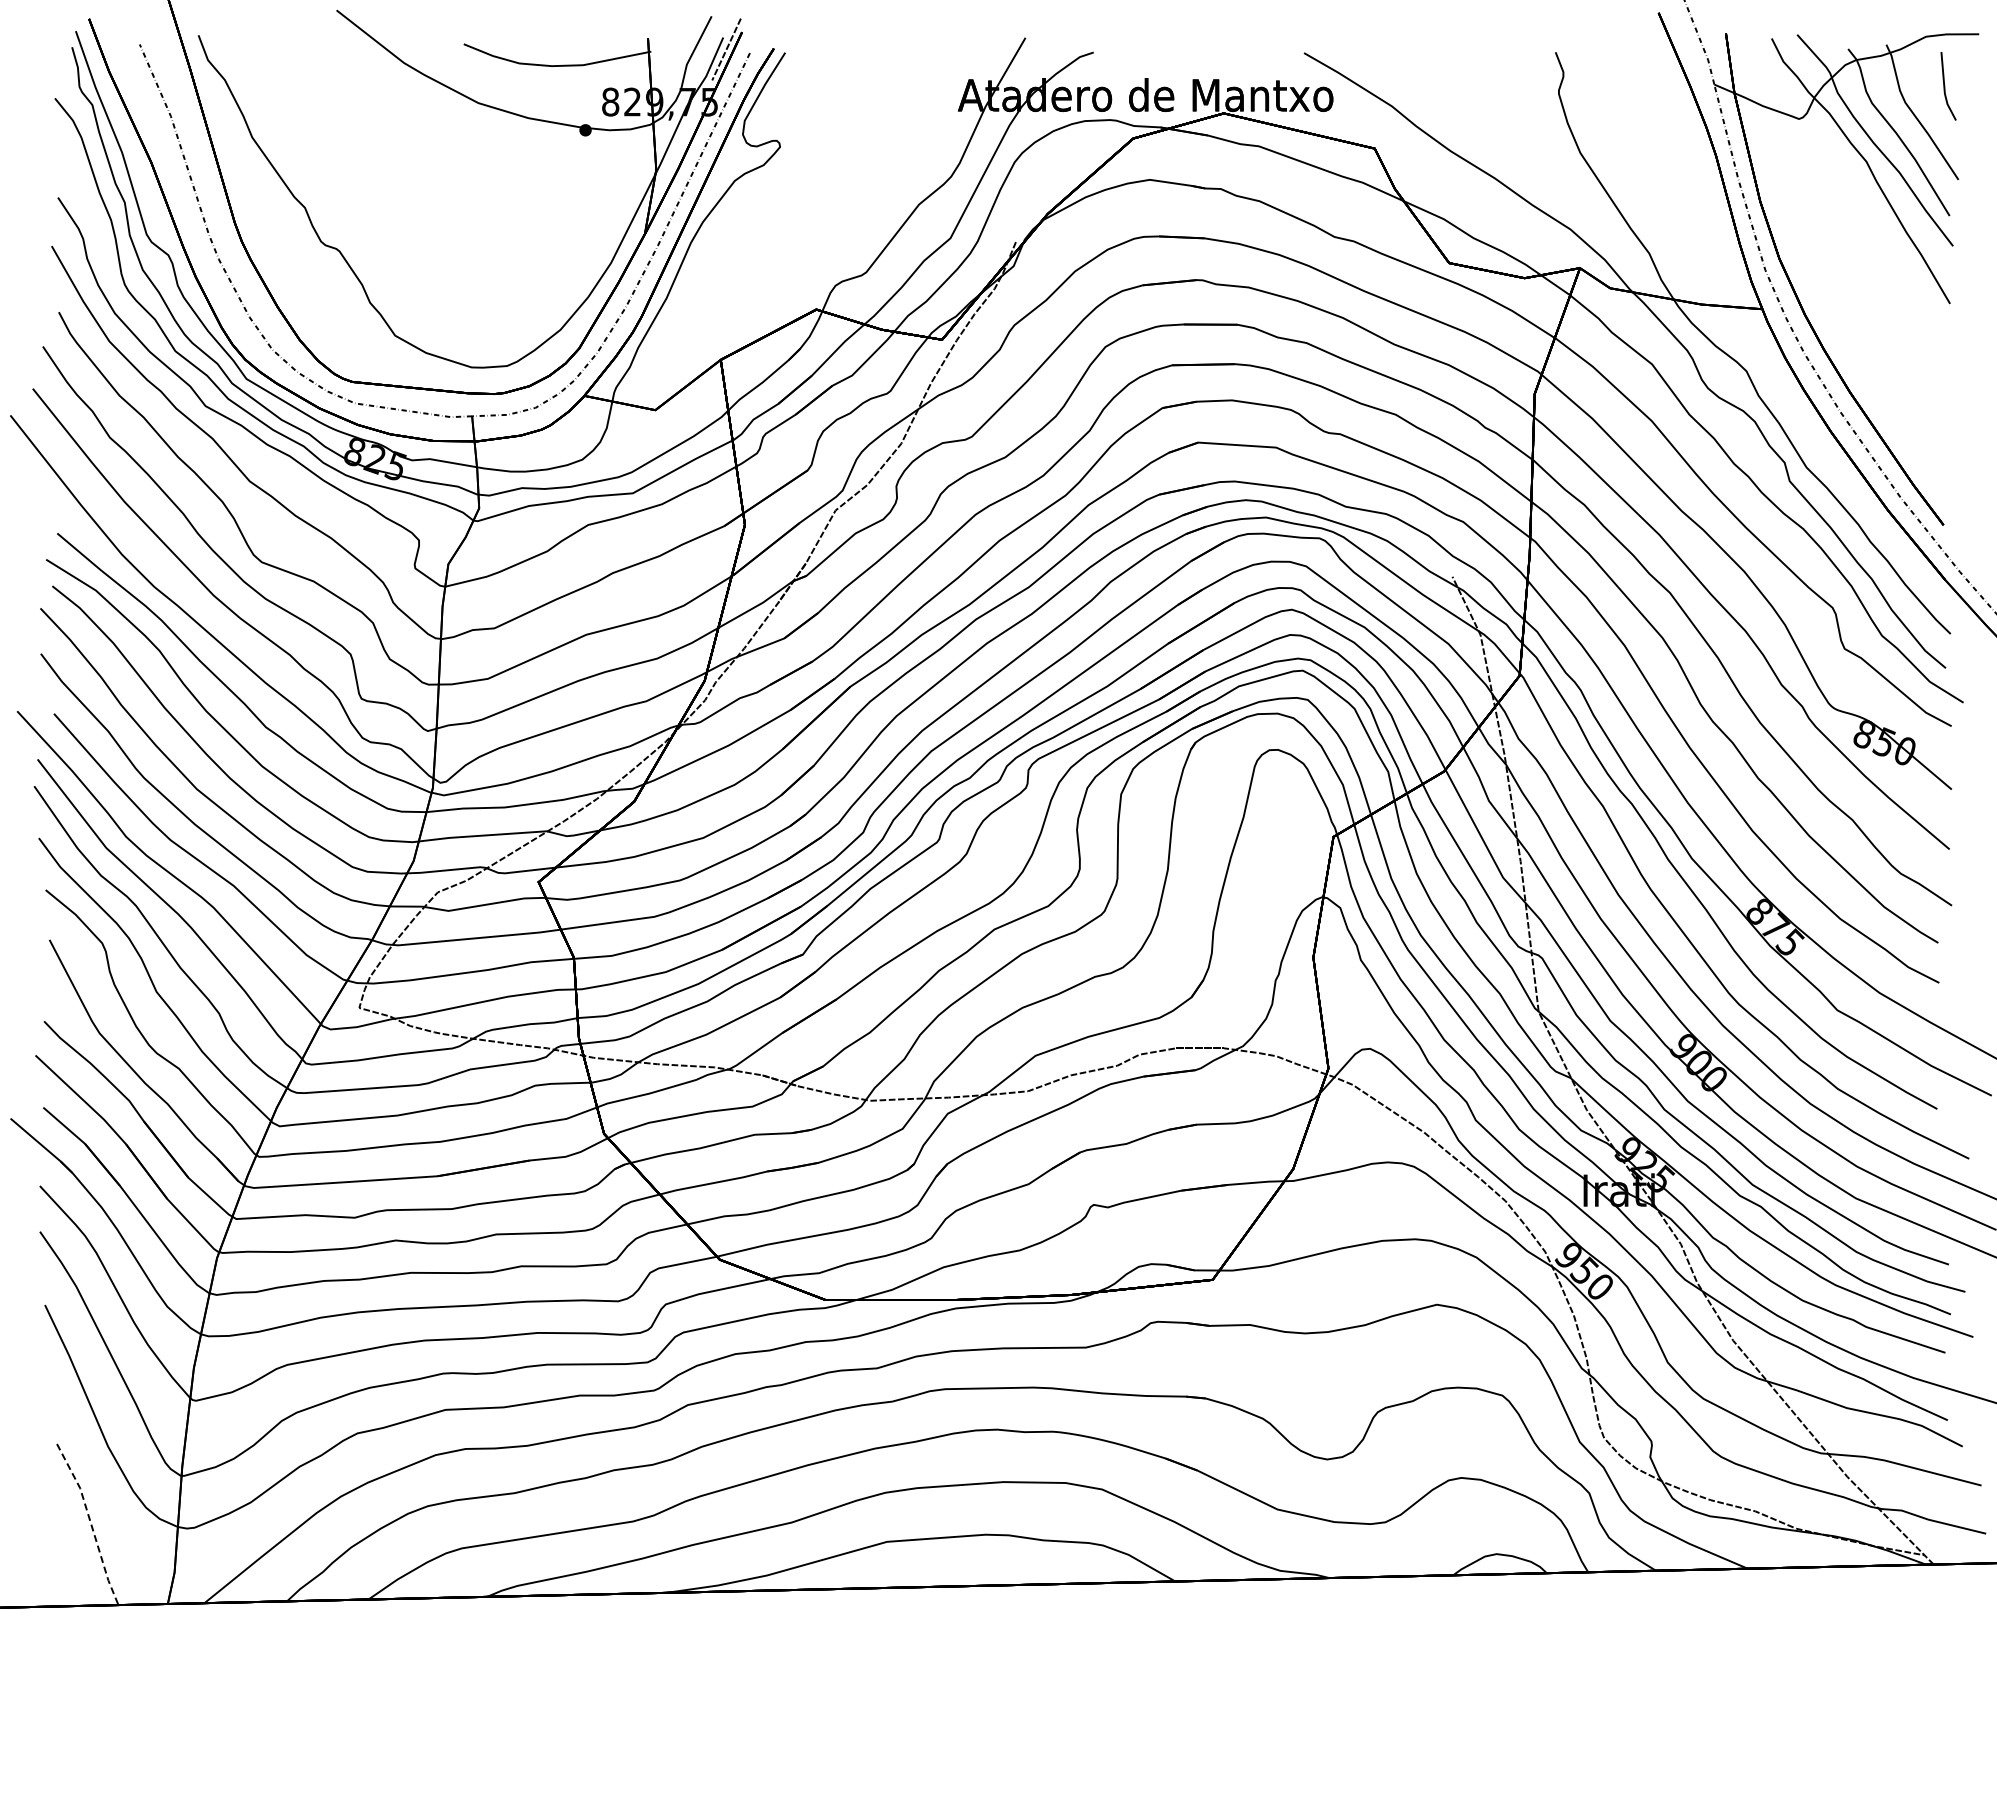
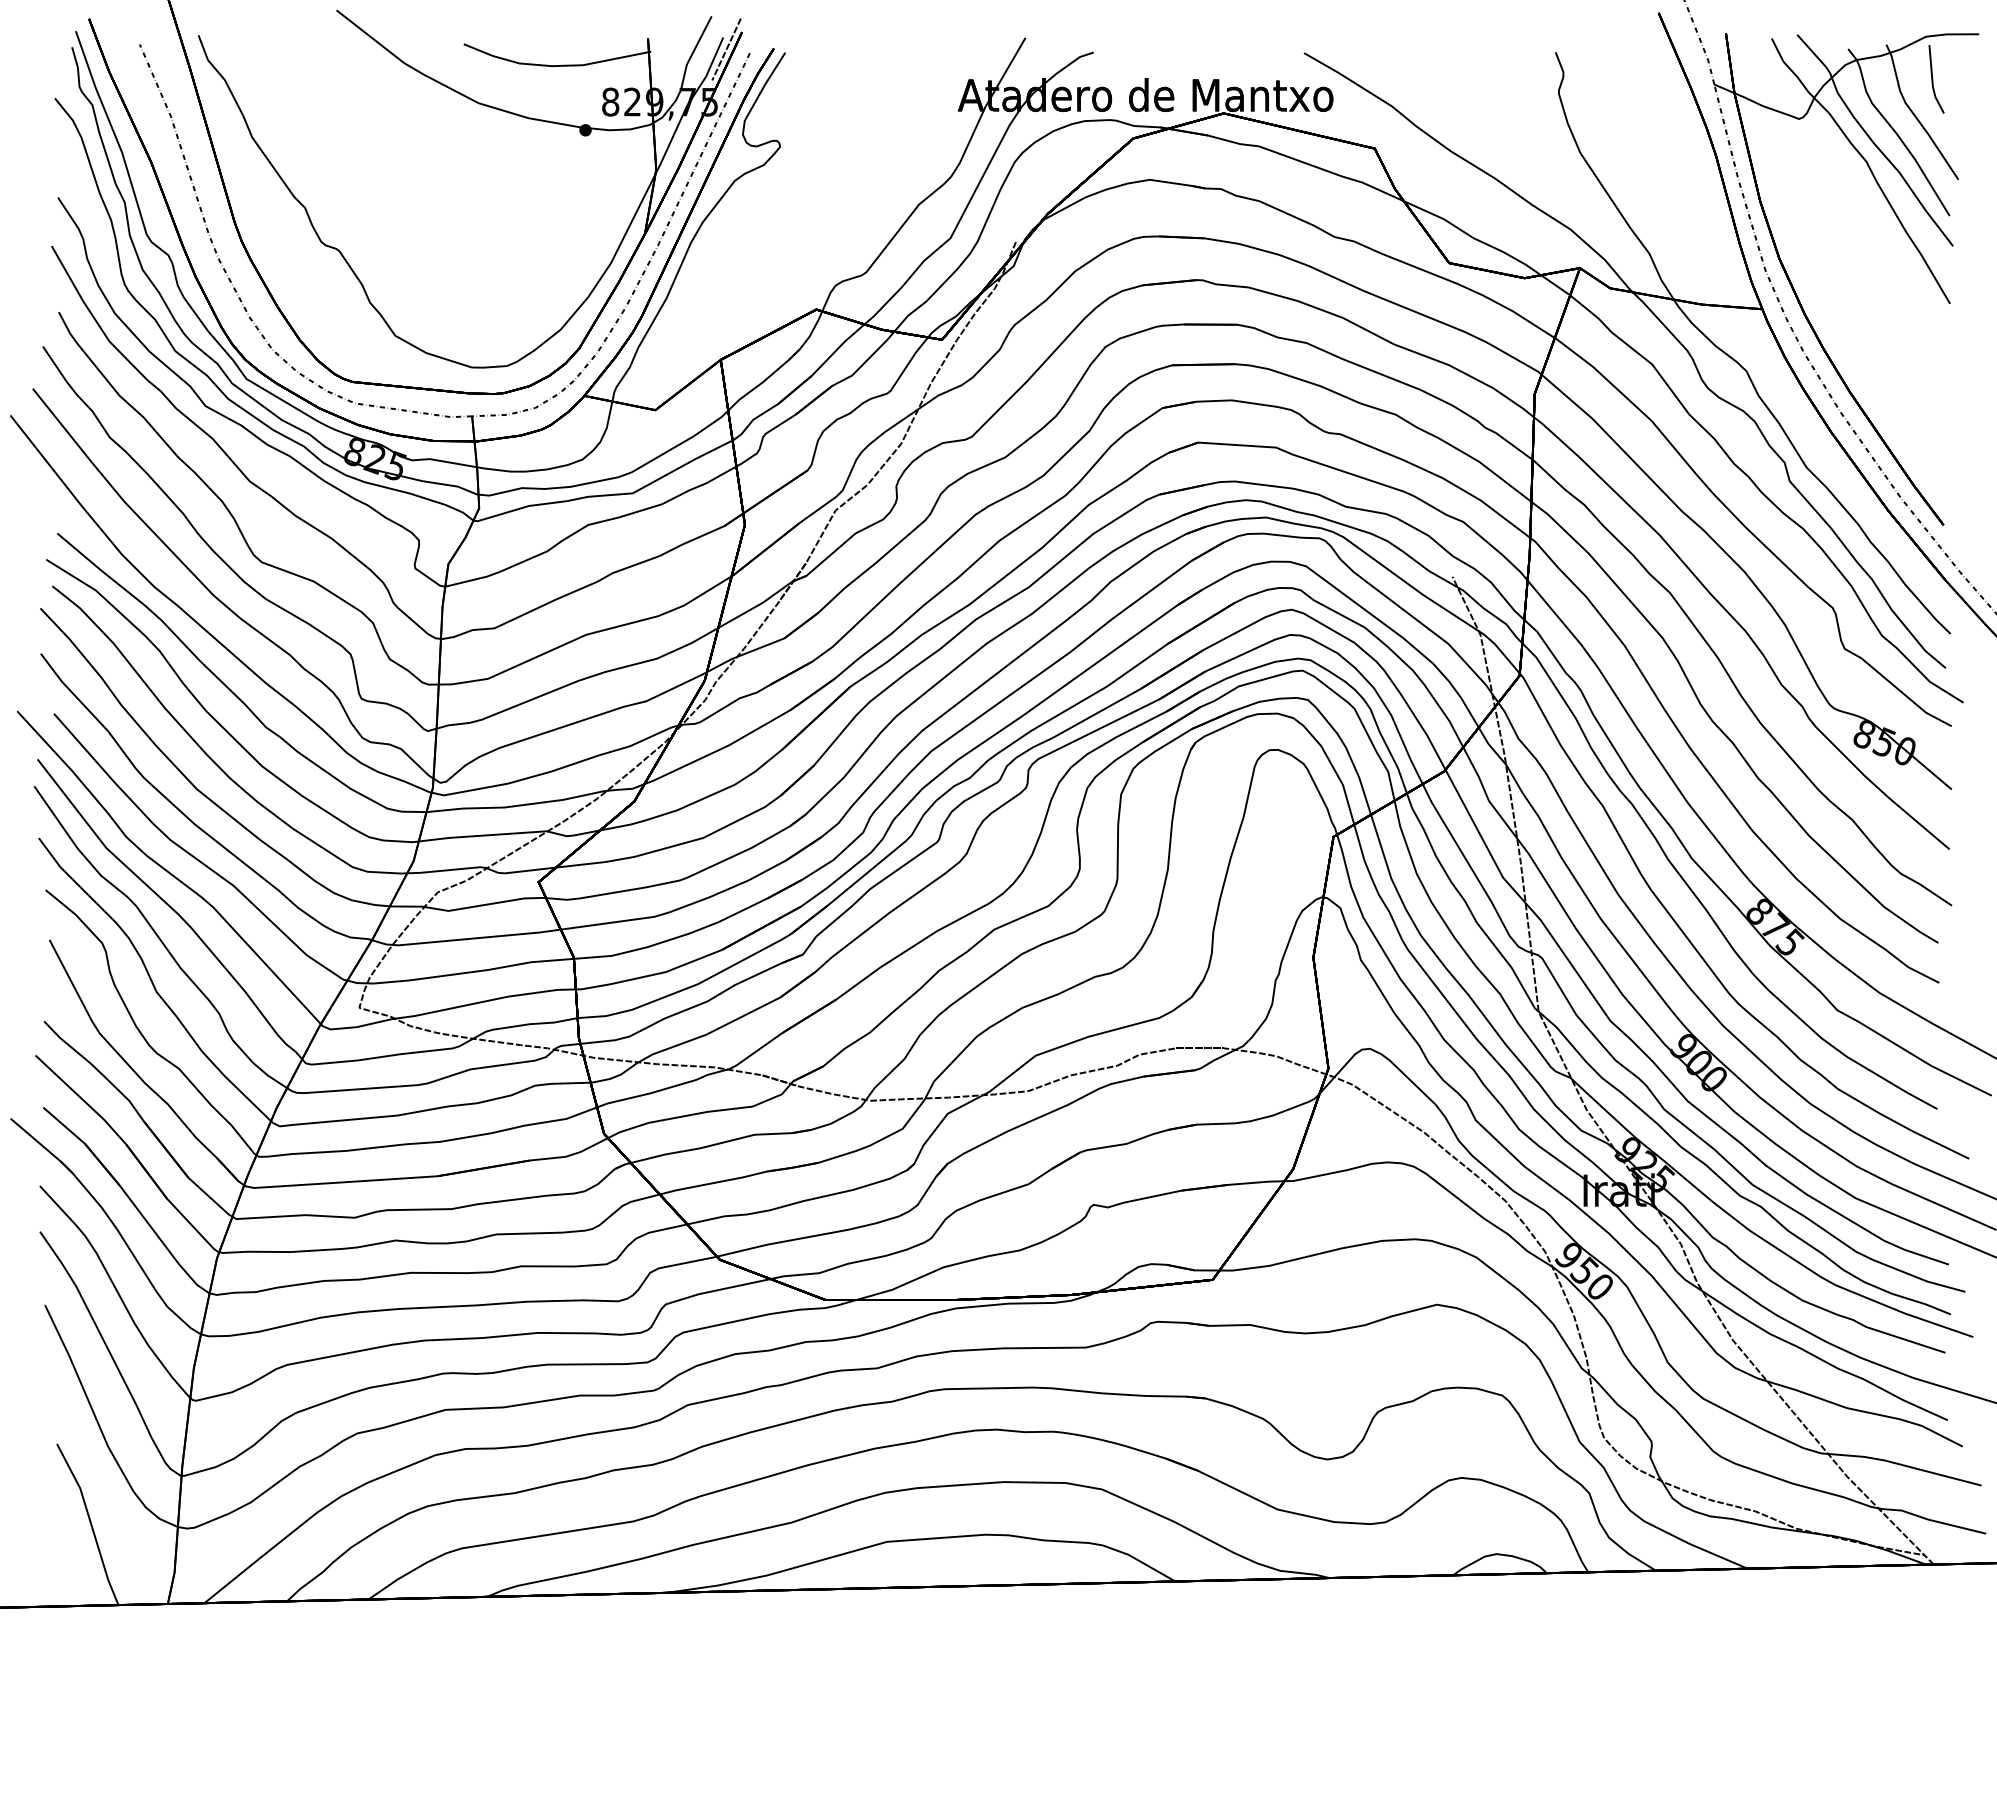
line at (1945, 86) position: (1945, 86) -> (1933, 79)
line at (90, 1523): dashed -> solid
